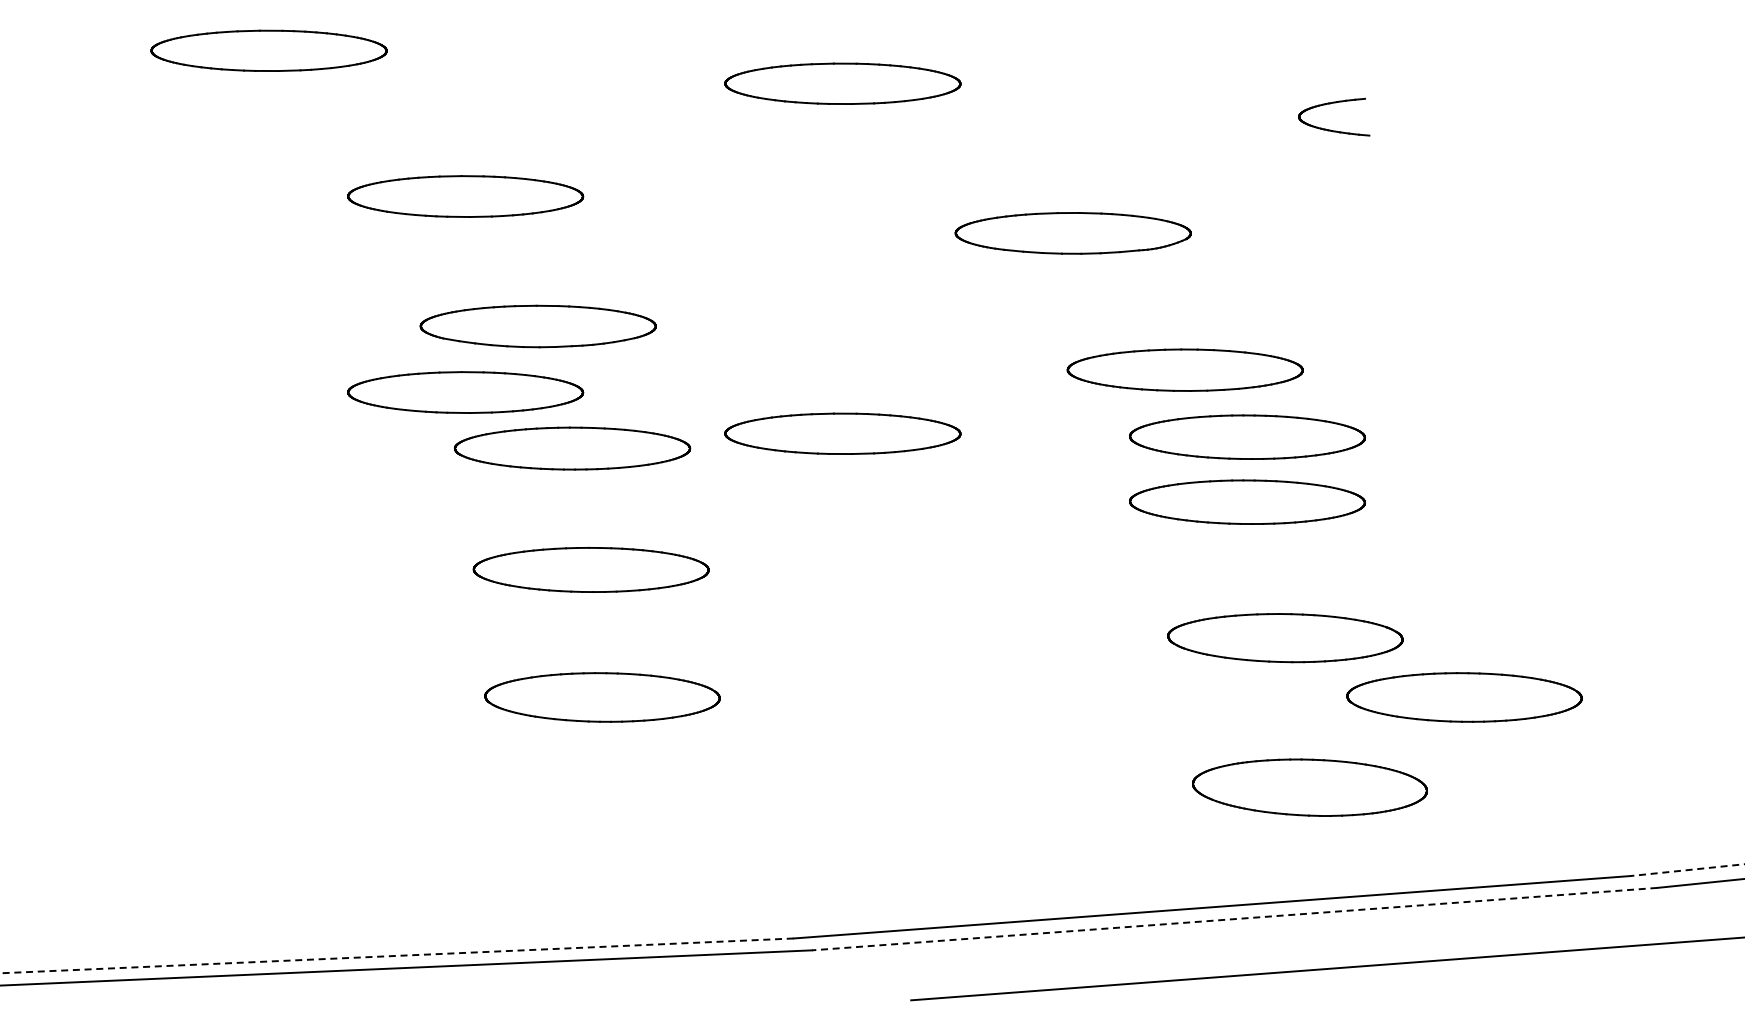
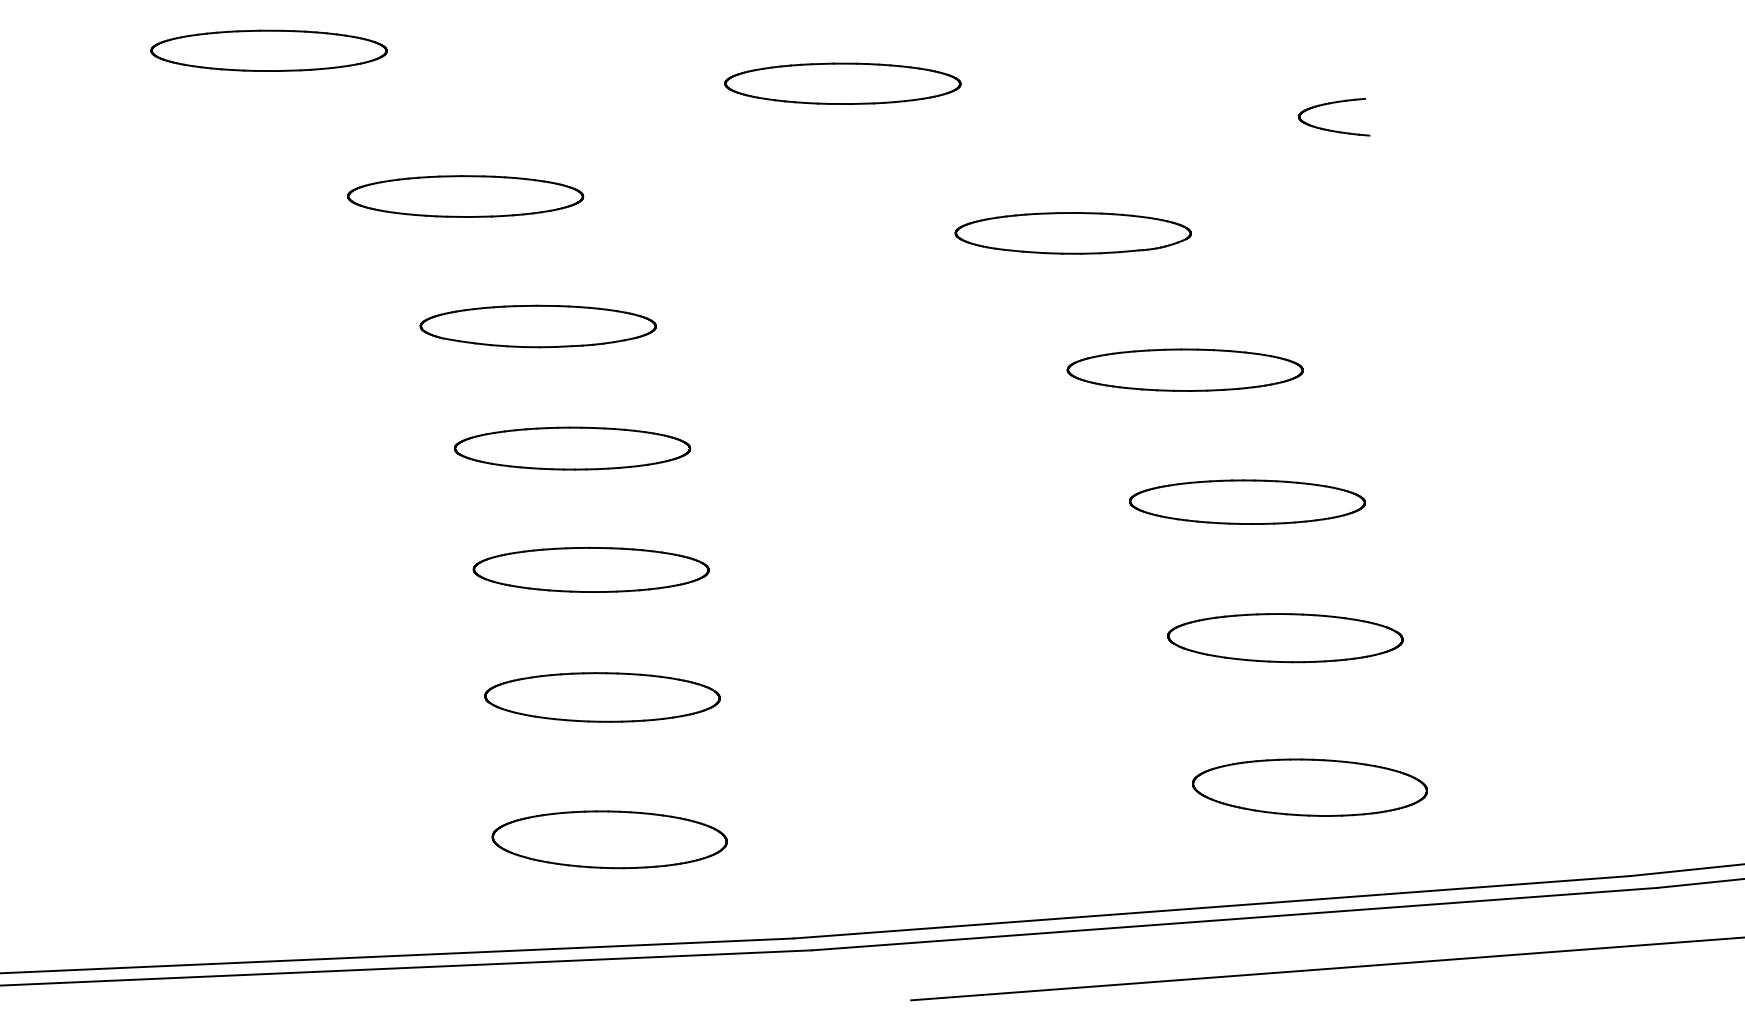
part at (465, 392): present -> none
part at (842, 433): present -> none
part at (1247, 436): present -> none
part at (1464, 697): present -> none
part at (609, 839): none -> present
line at (1686, 870): dashed -> solid
line at (1234, 919): dashed -> solid
line at (397, 955): dashed -> solid
